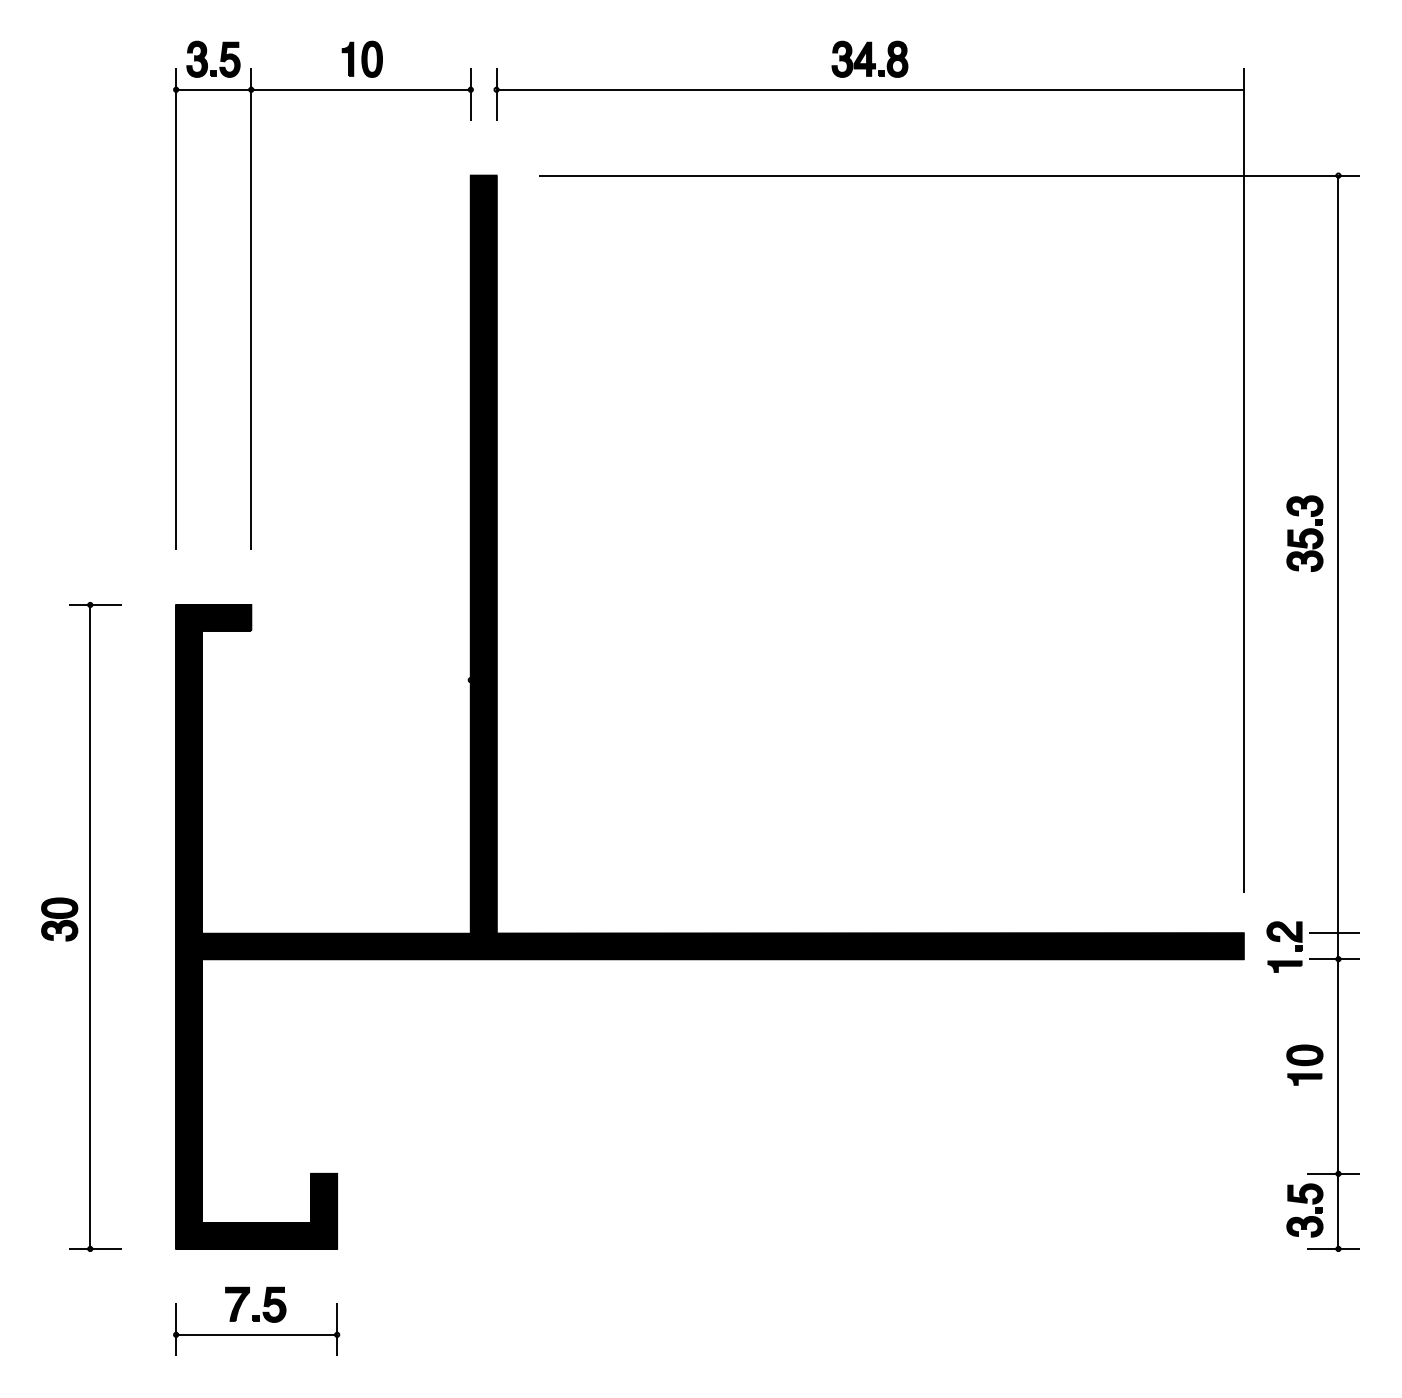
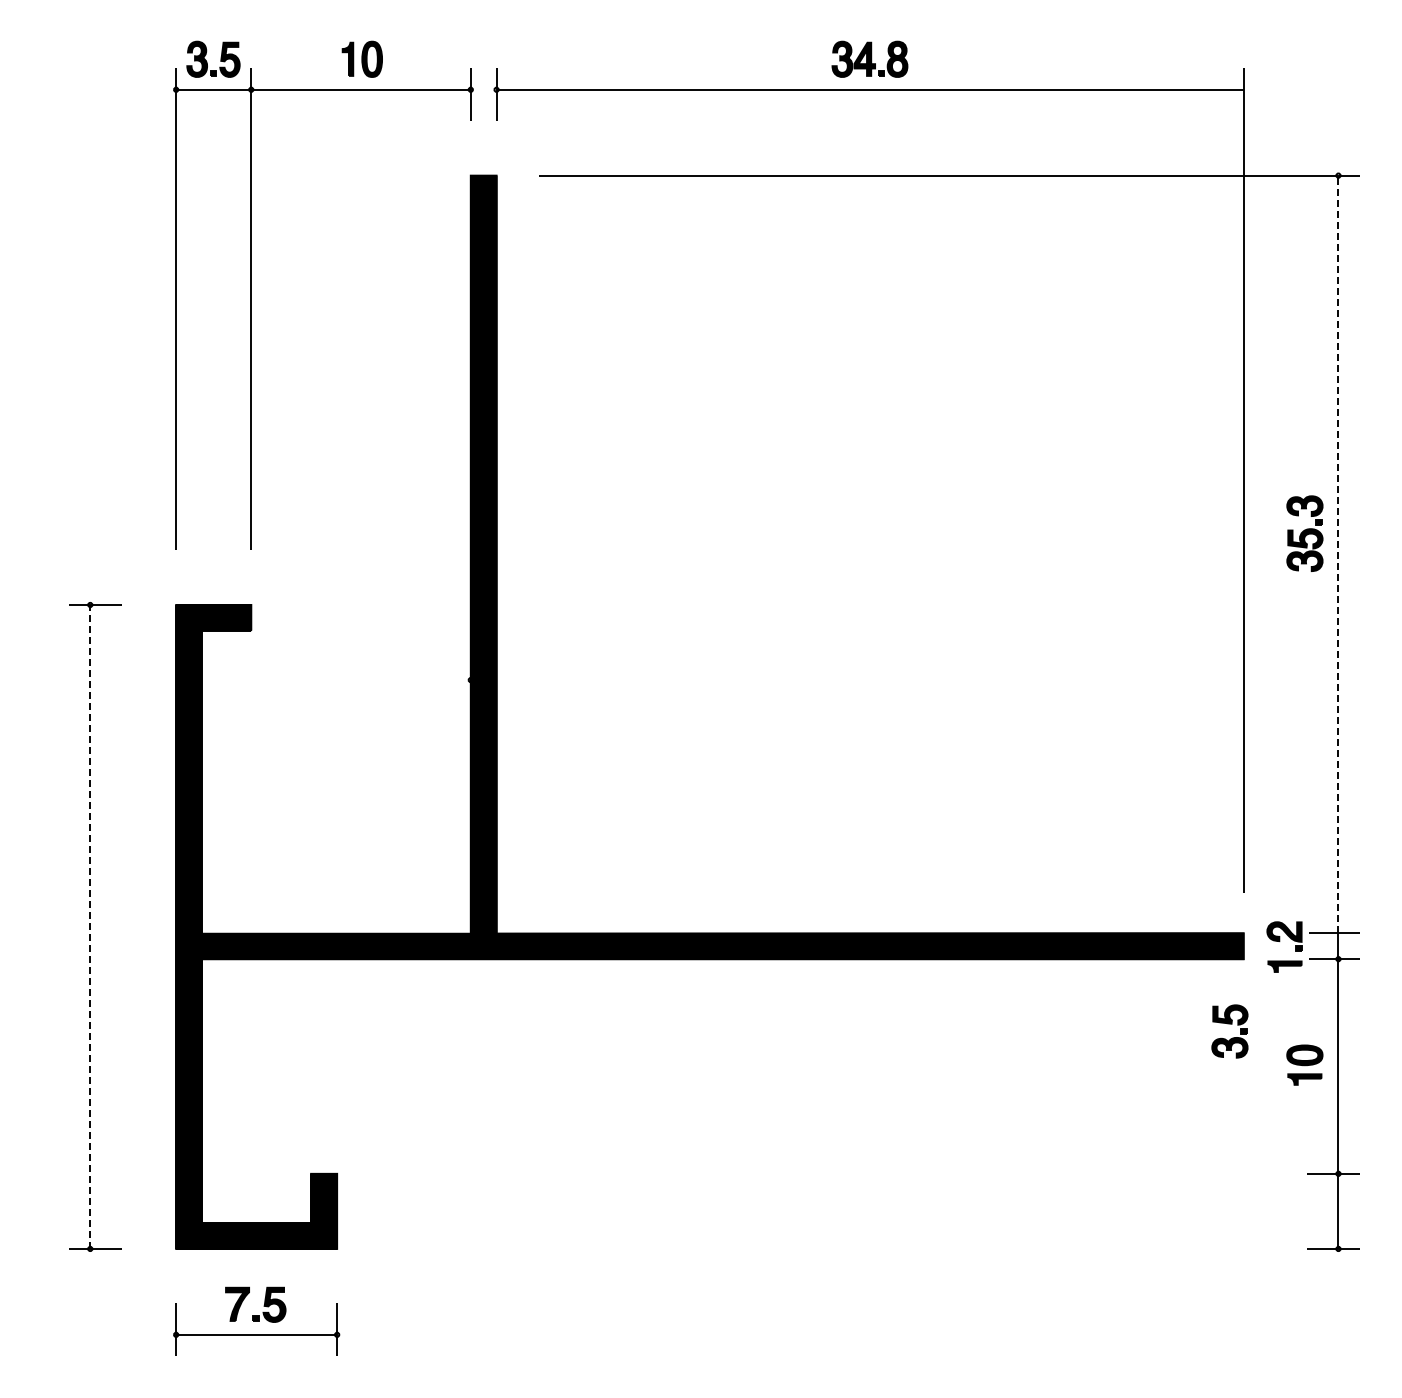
line at (1338, 554): solid -> dashed
part at (59, 919): present -> none
line at (90, 926): solid -> dashed
part at (1307, 1216) position: (1307, 1216) -> (1232, 1037)
